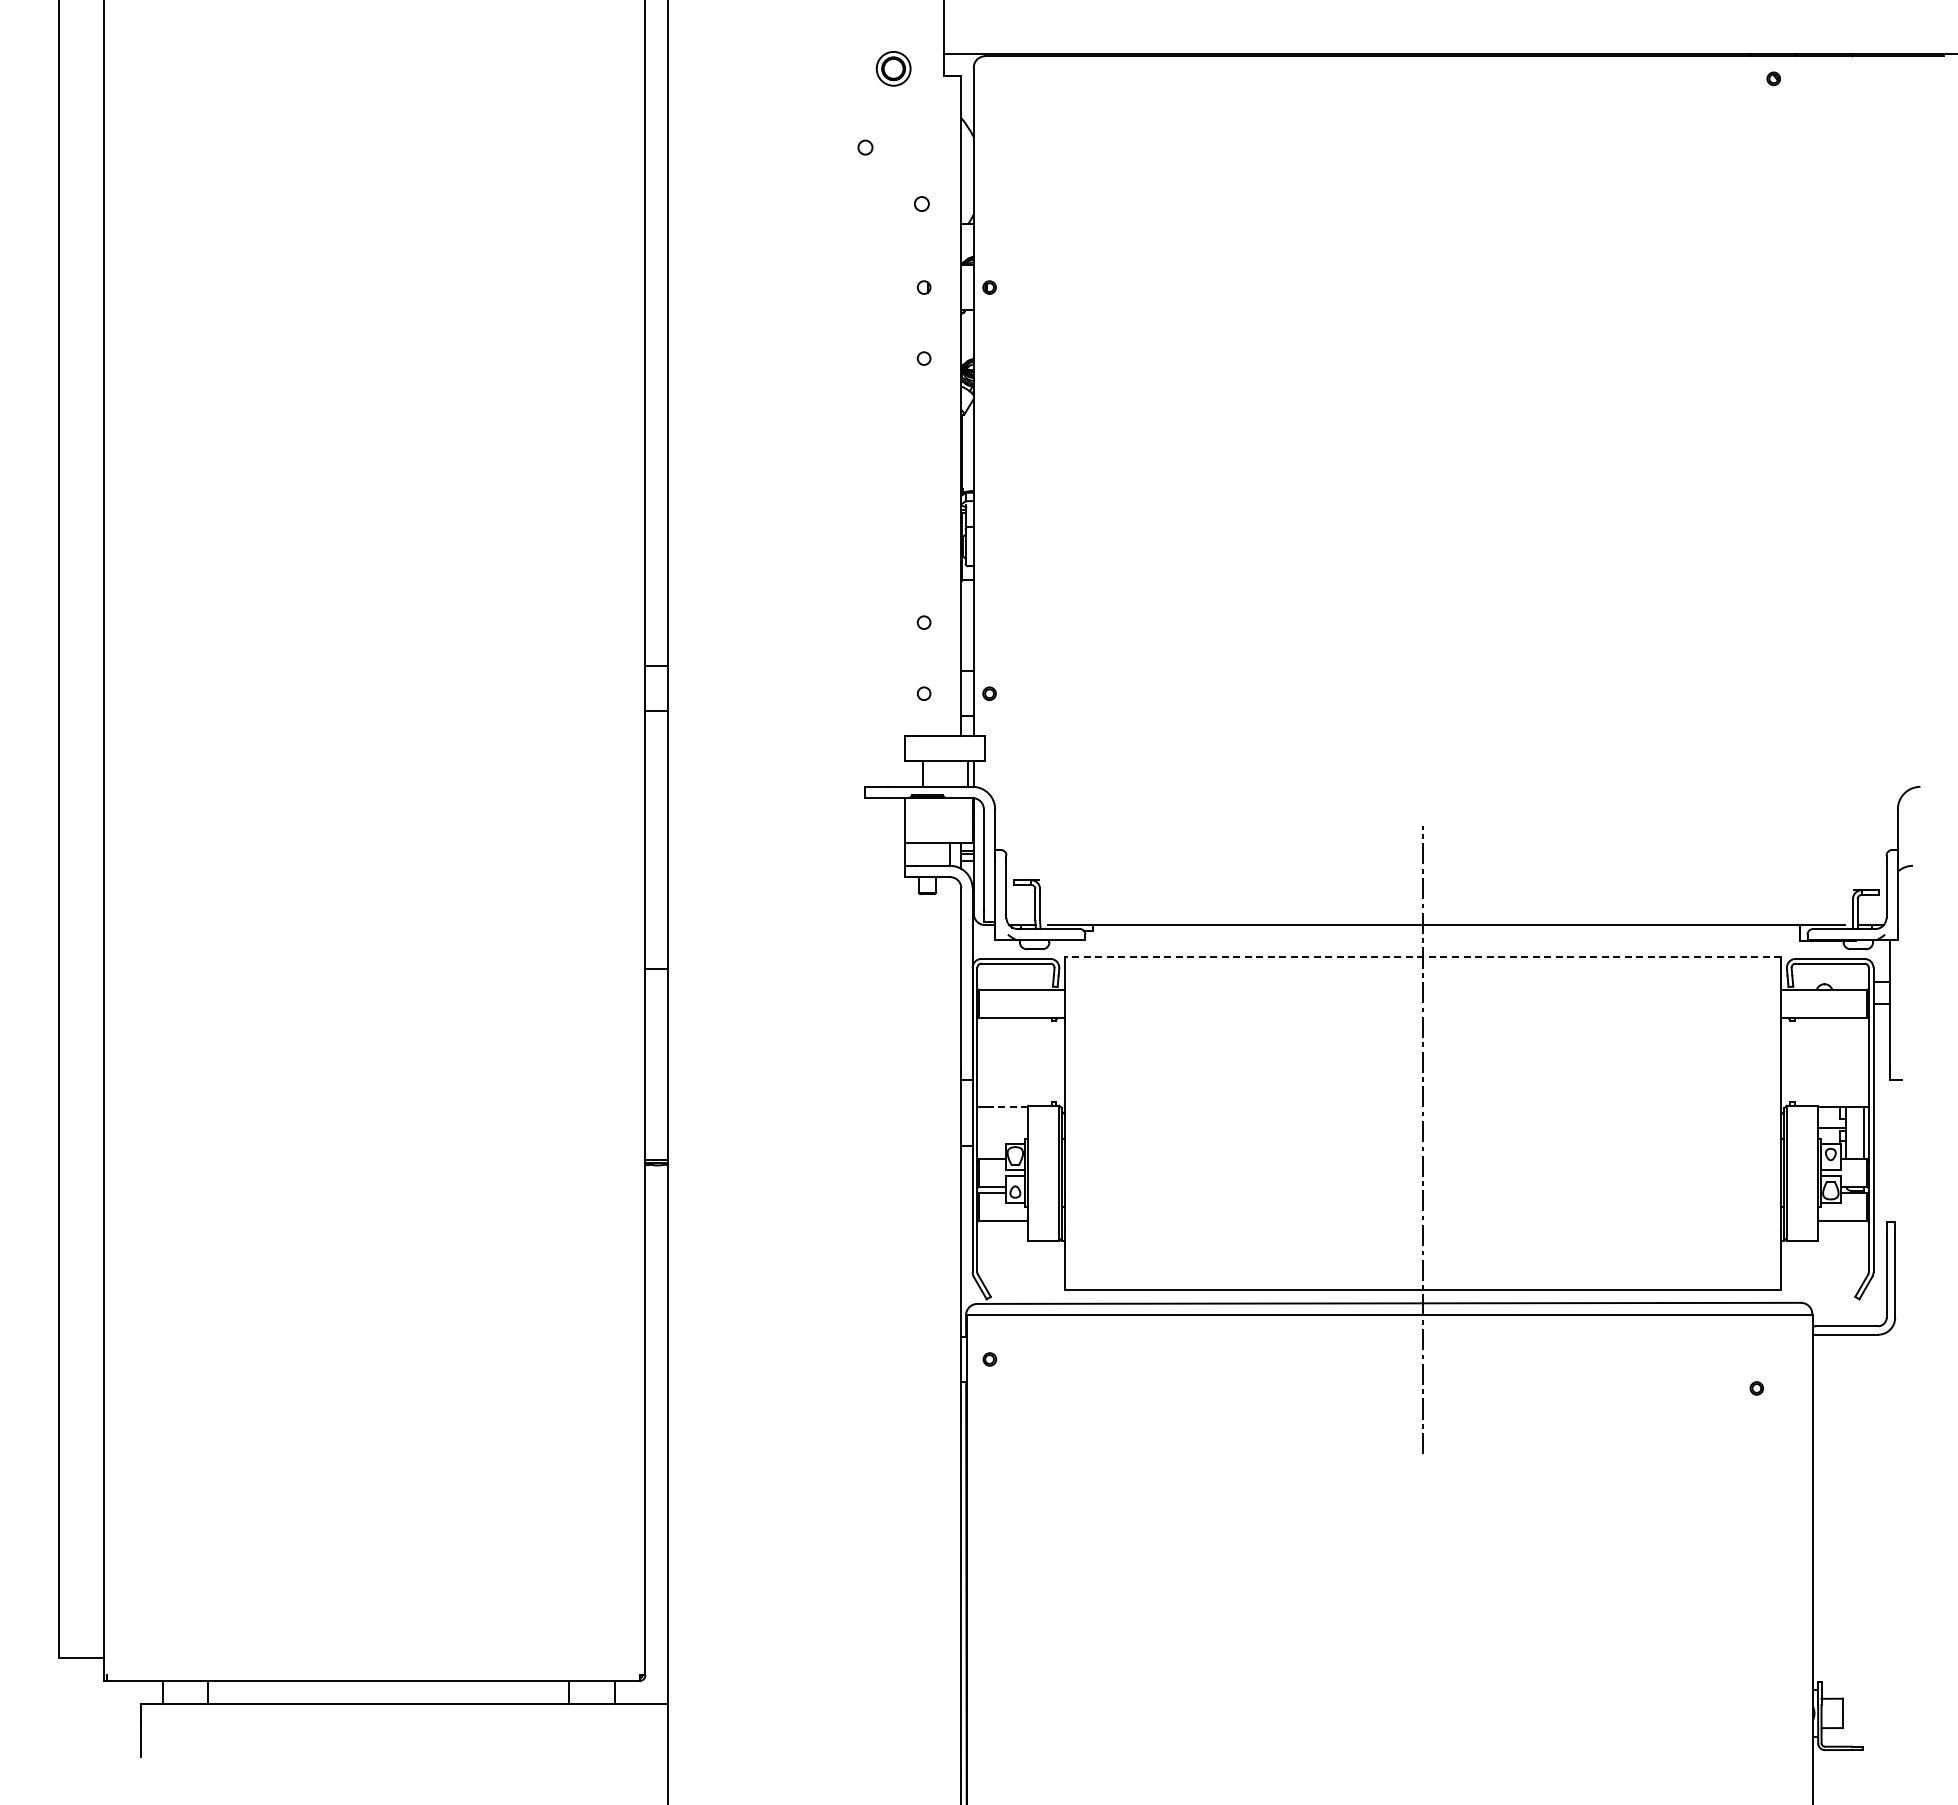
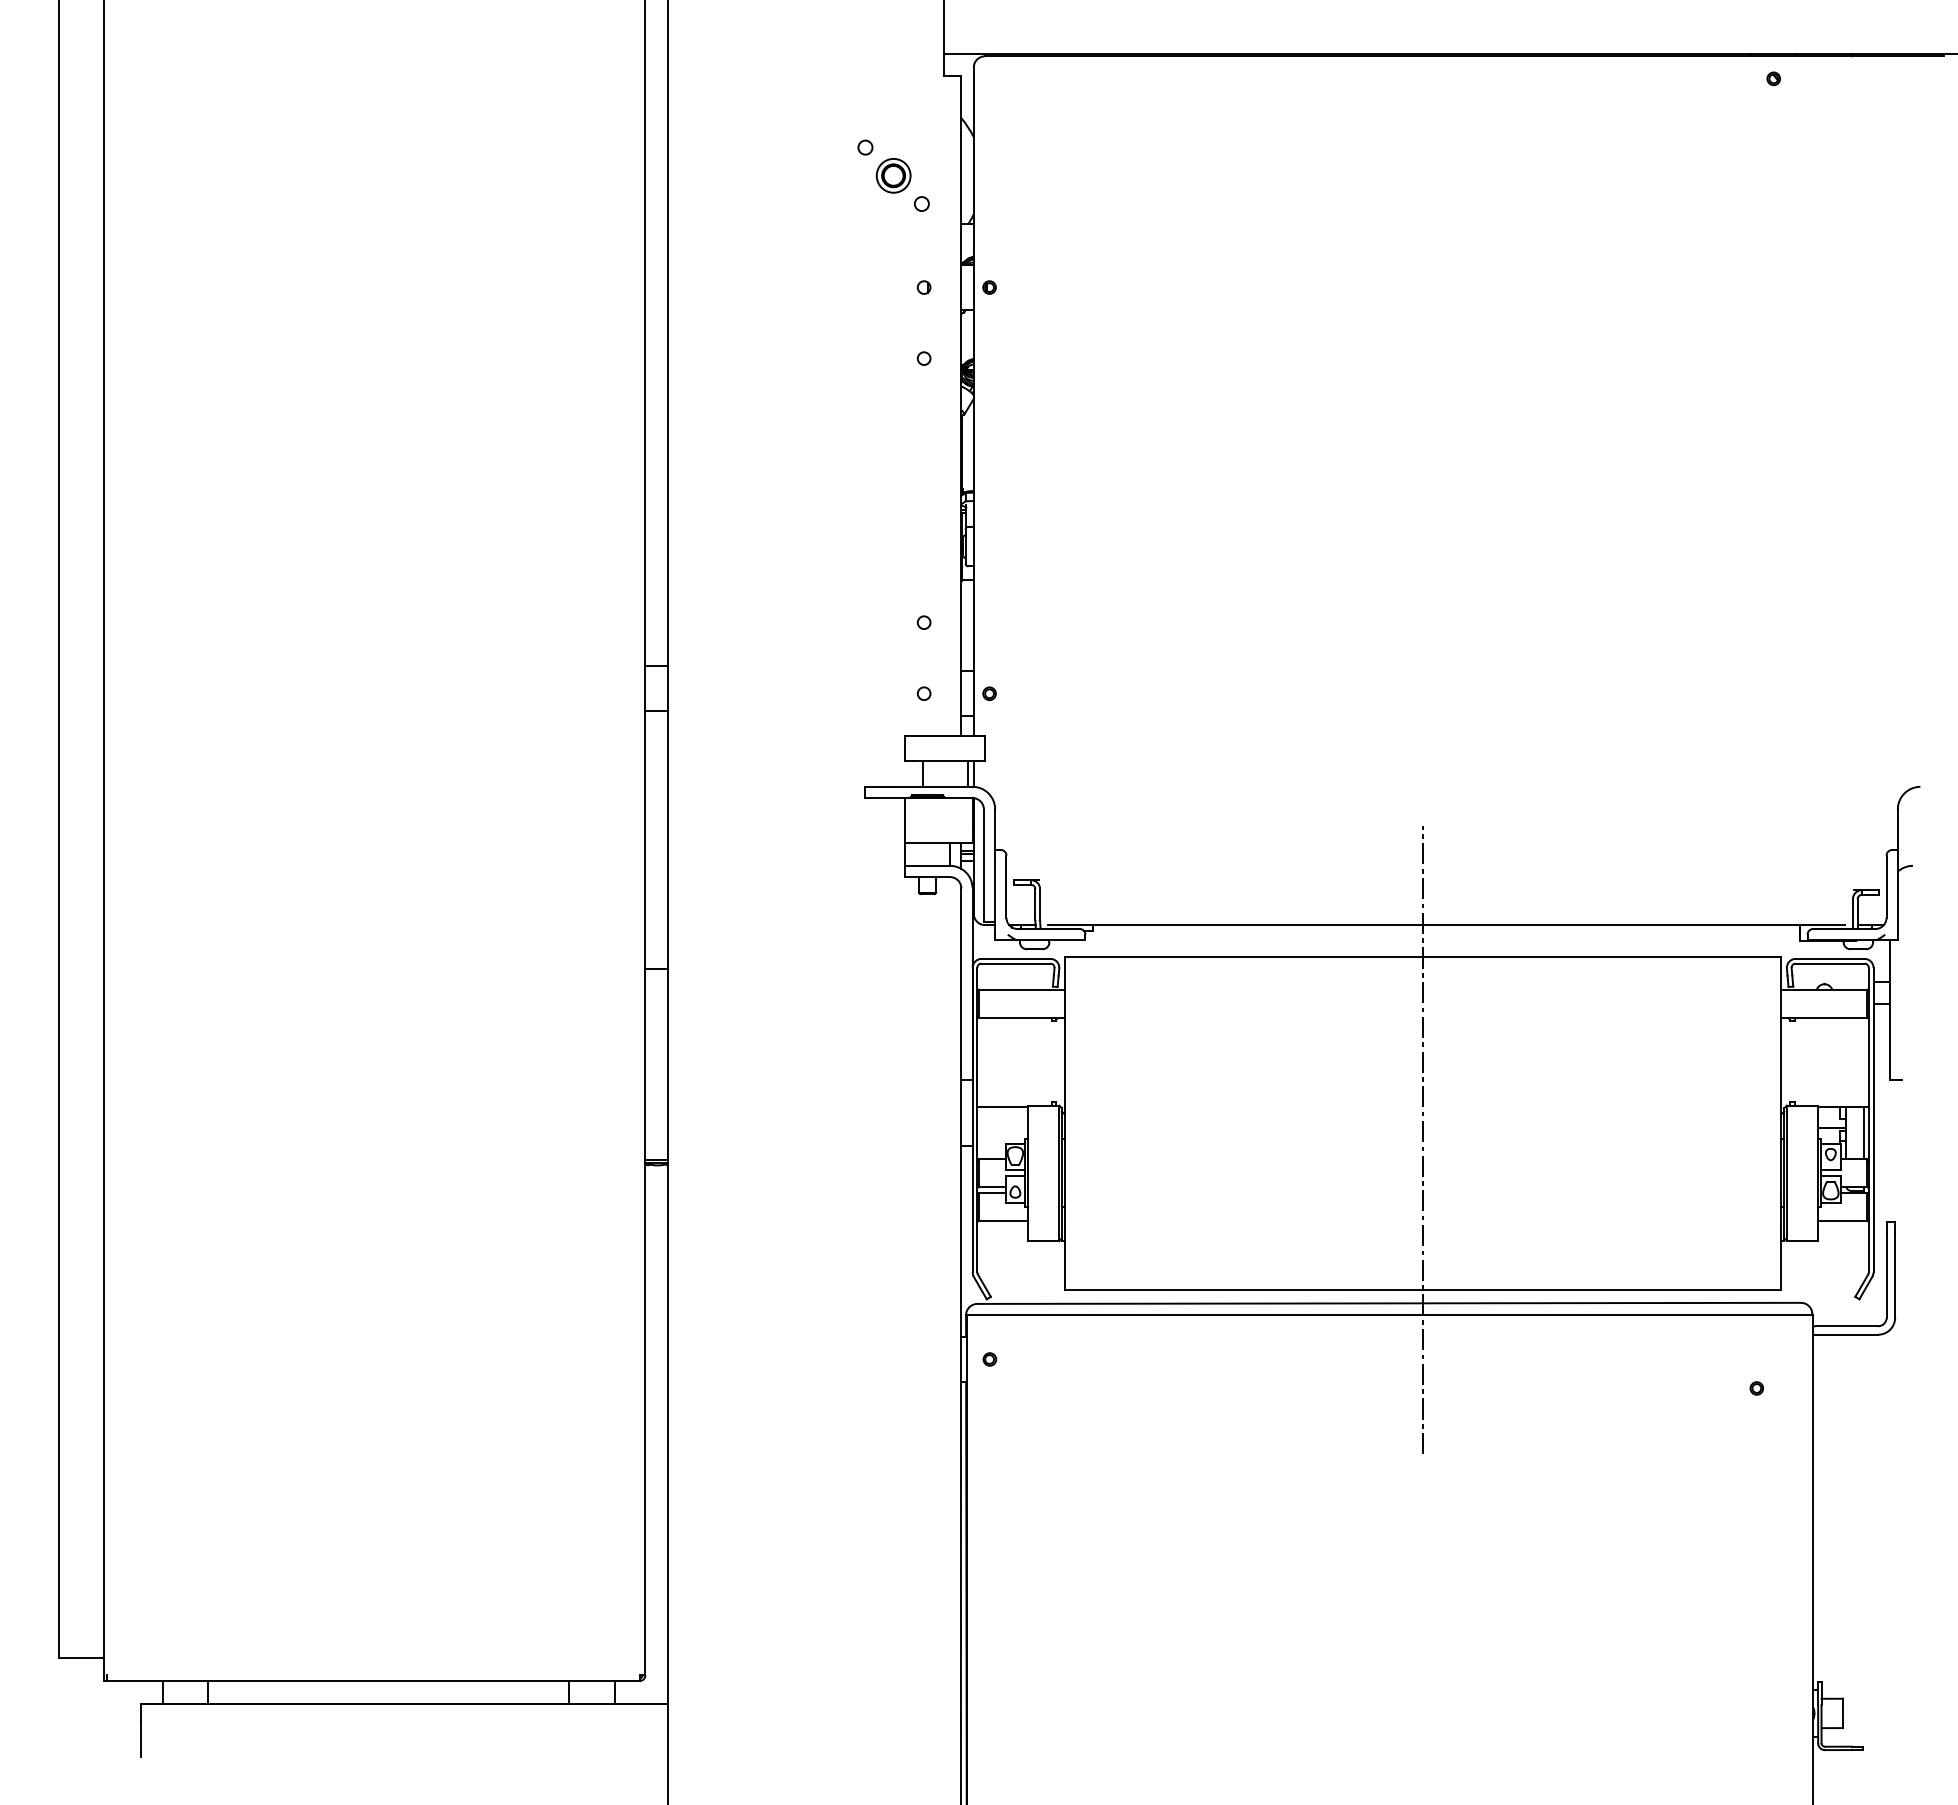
part at (893, 68) position: (893, 68) -> (893, 175)
line at (1422, 957): dashed -> solid
line at (1007, 1107): dashed -> solid
